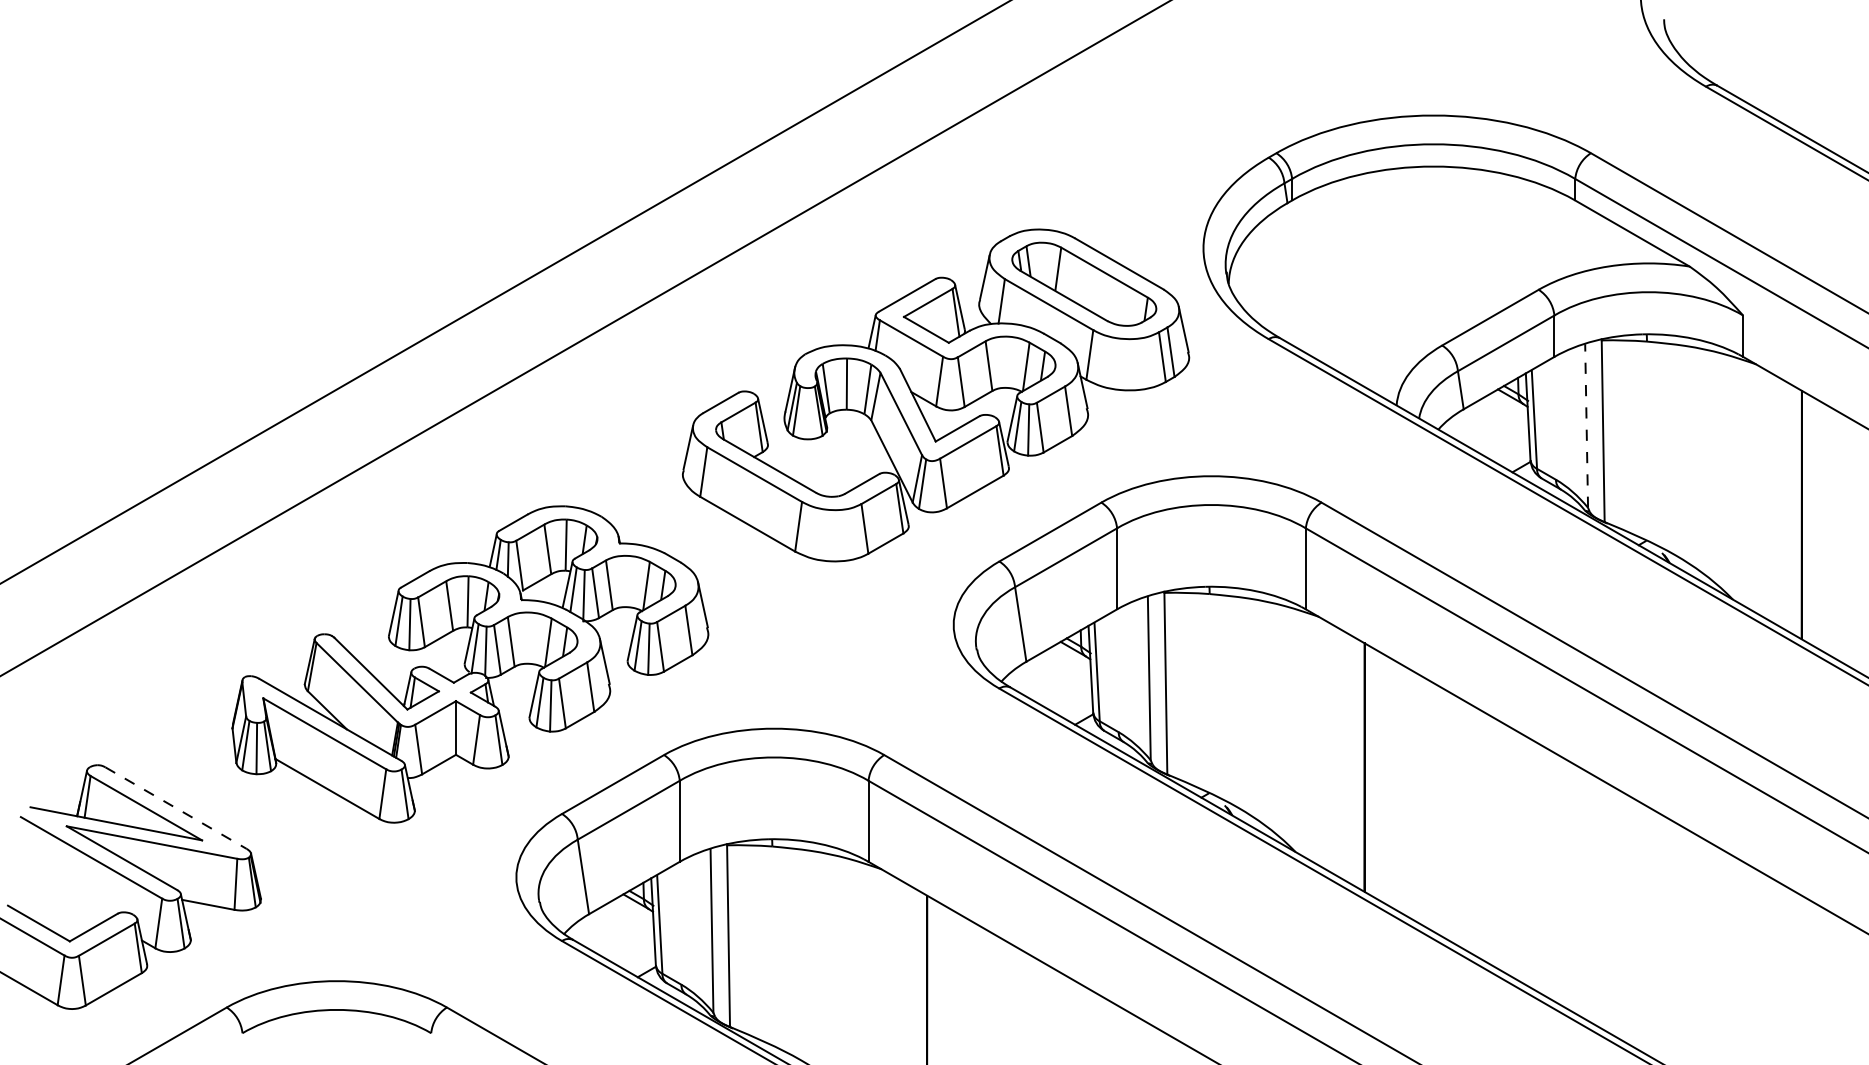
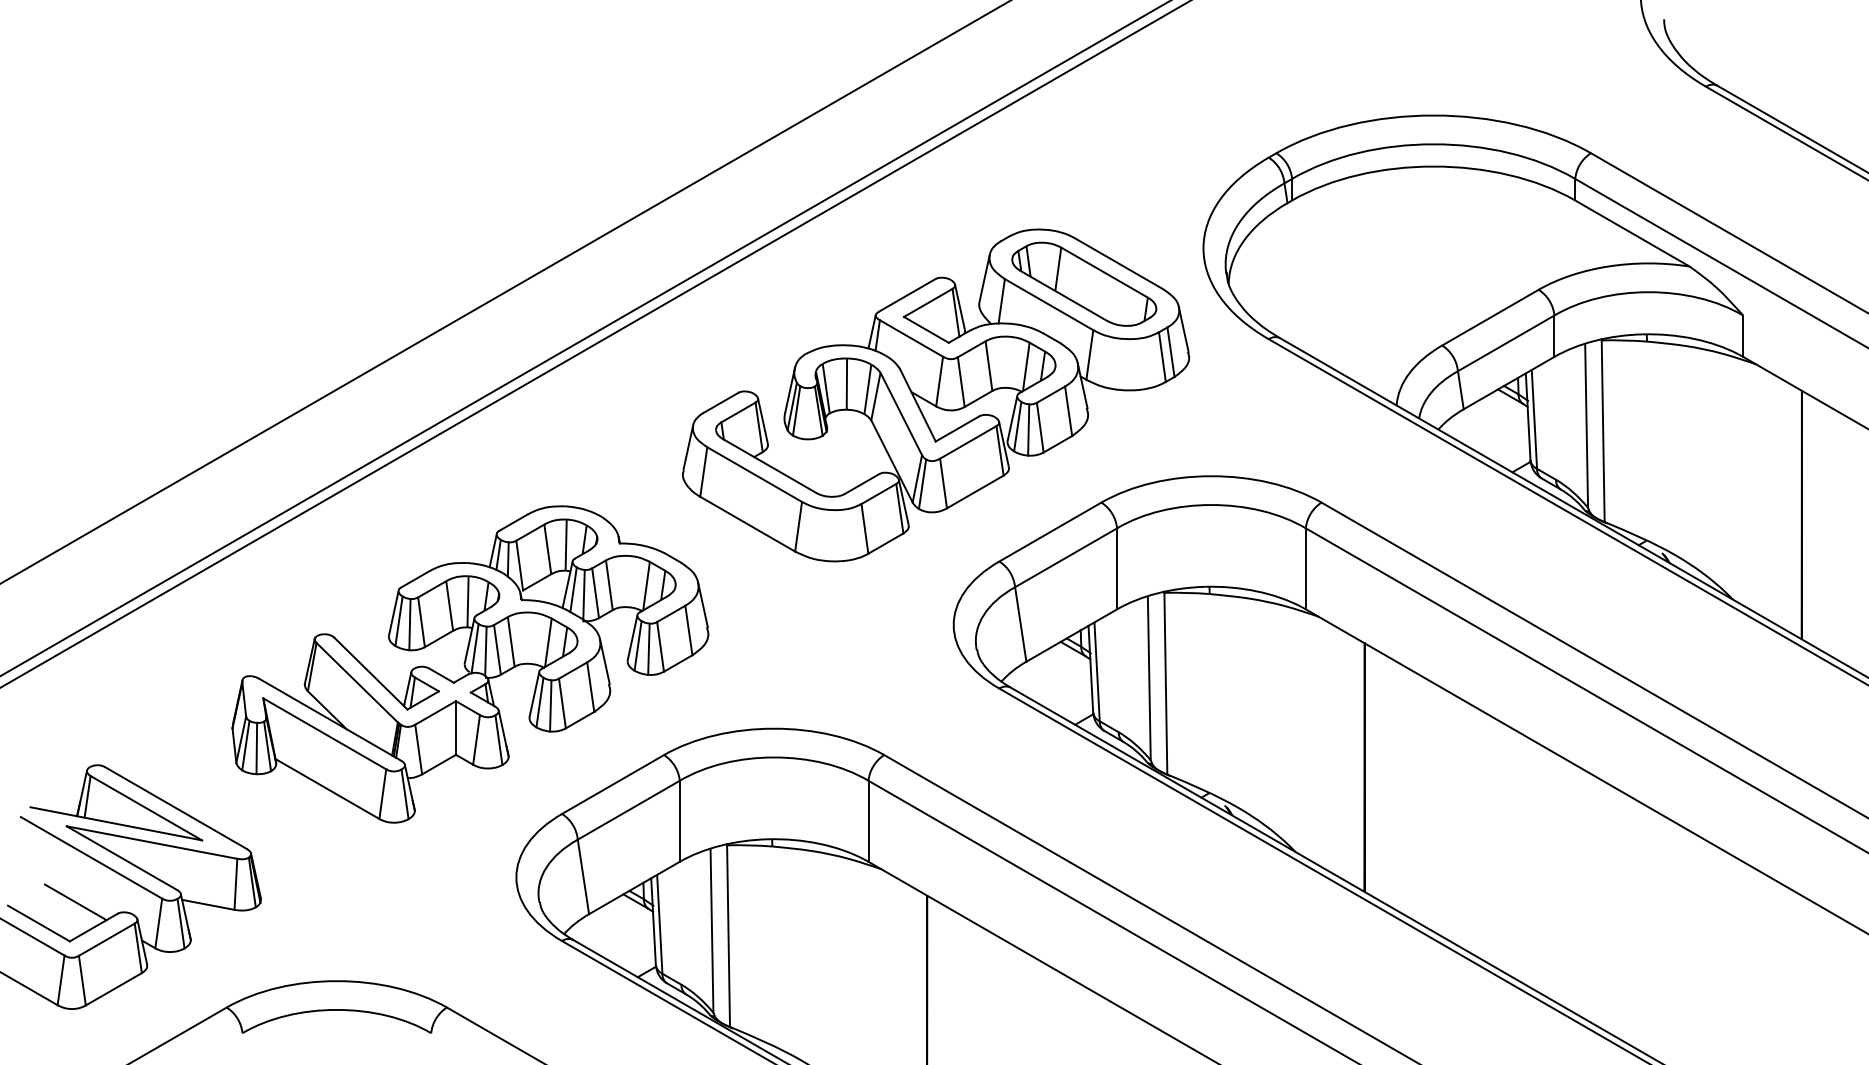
line at (594, 344): none -> present
line at (1586, 426): dashed -> solid
line at (176, 808): dashed -> solid
line at (75, 902): none -> present
